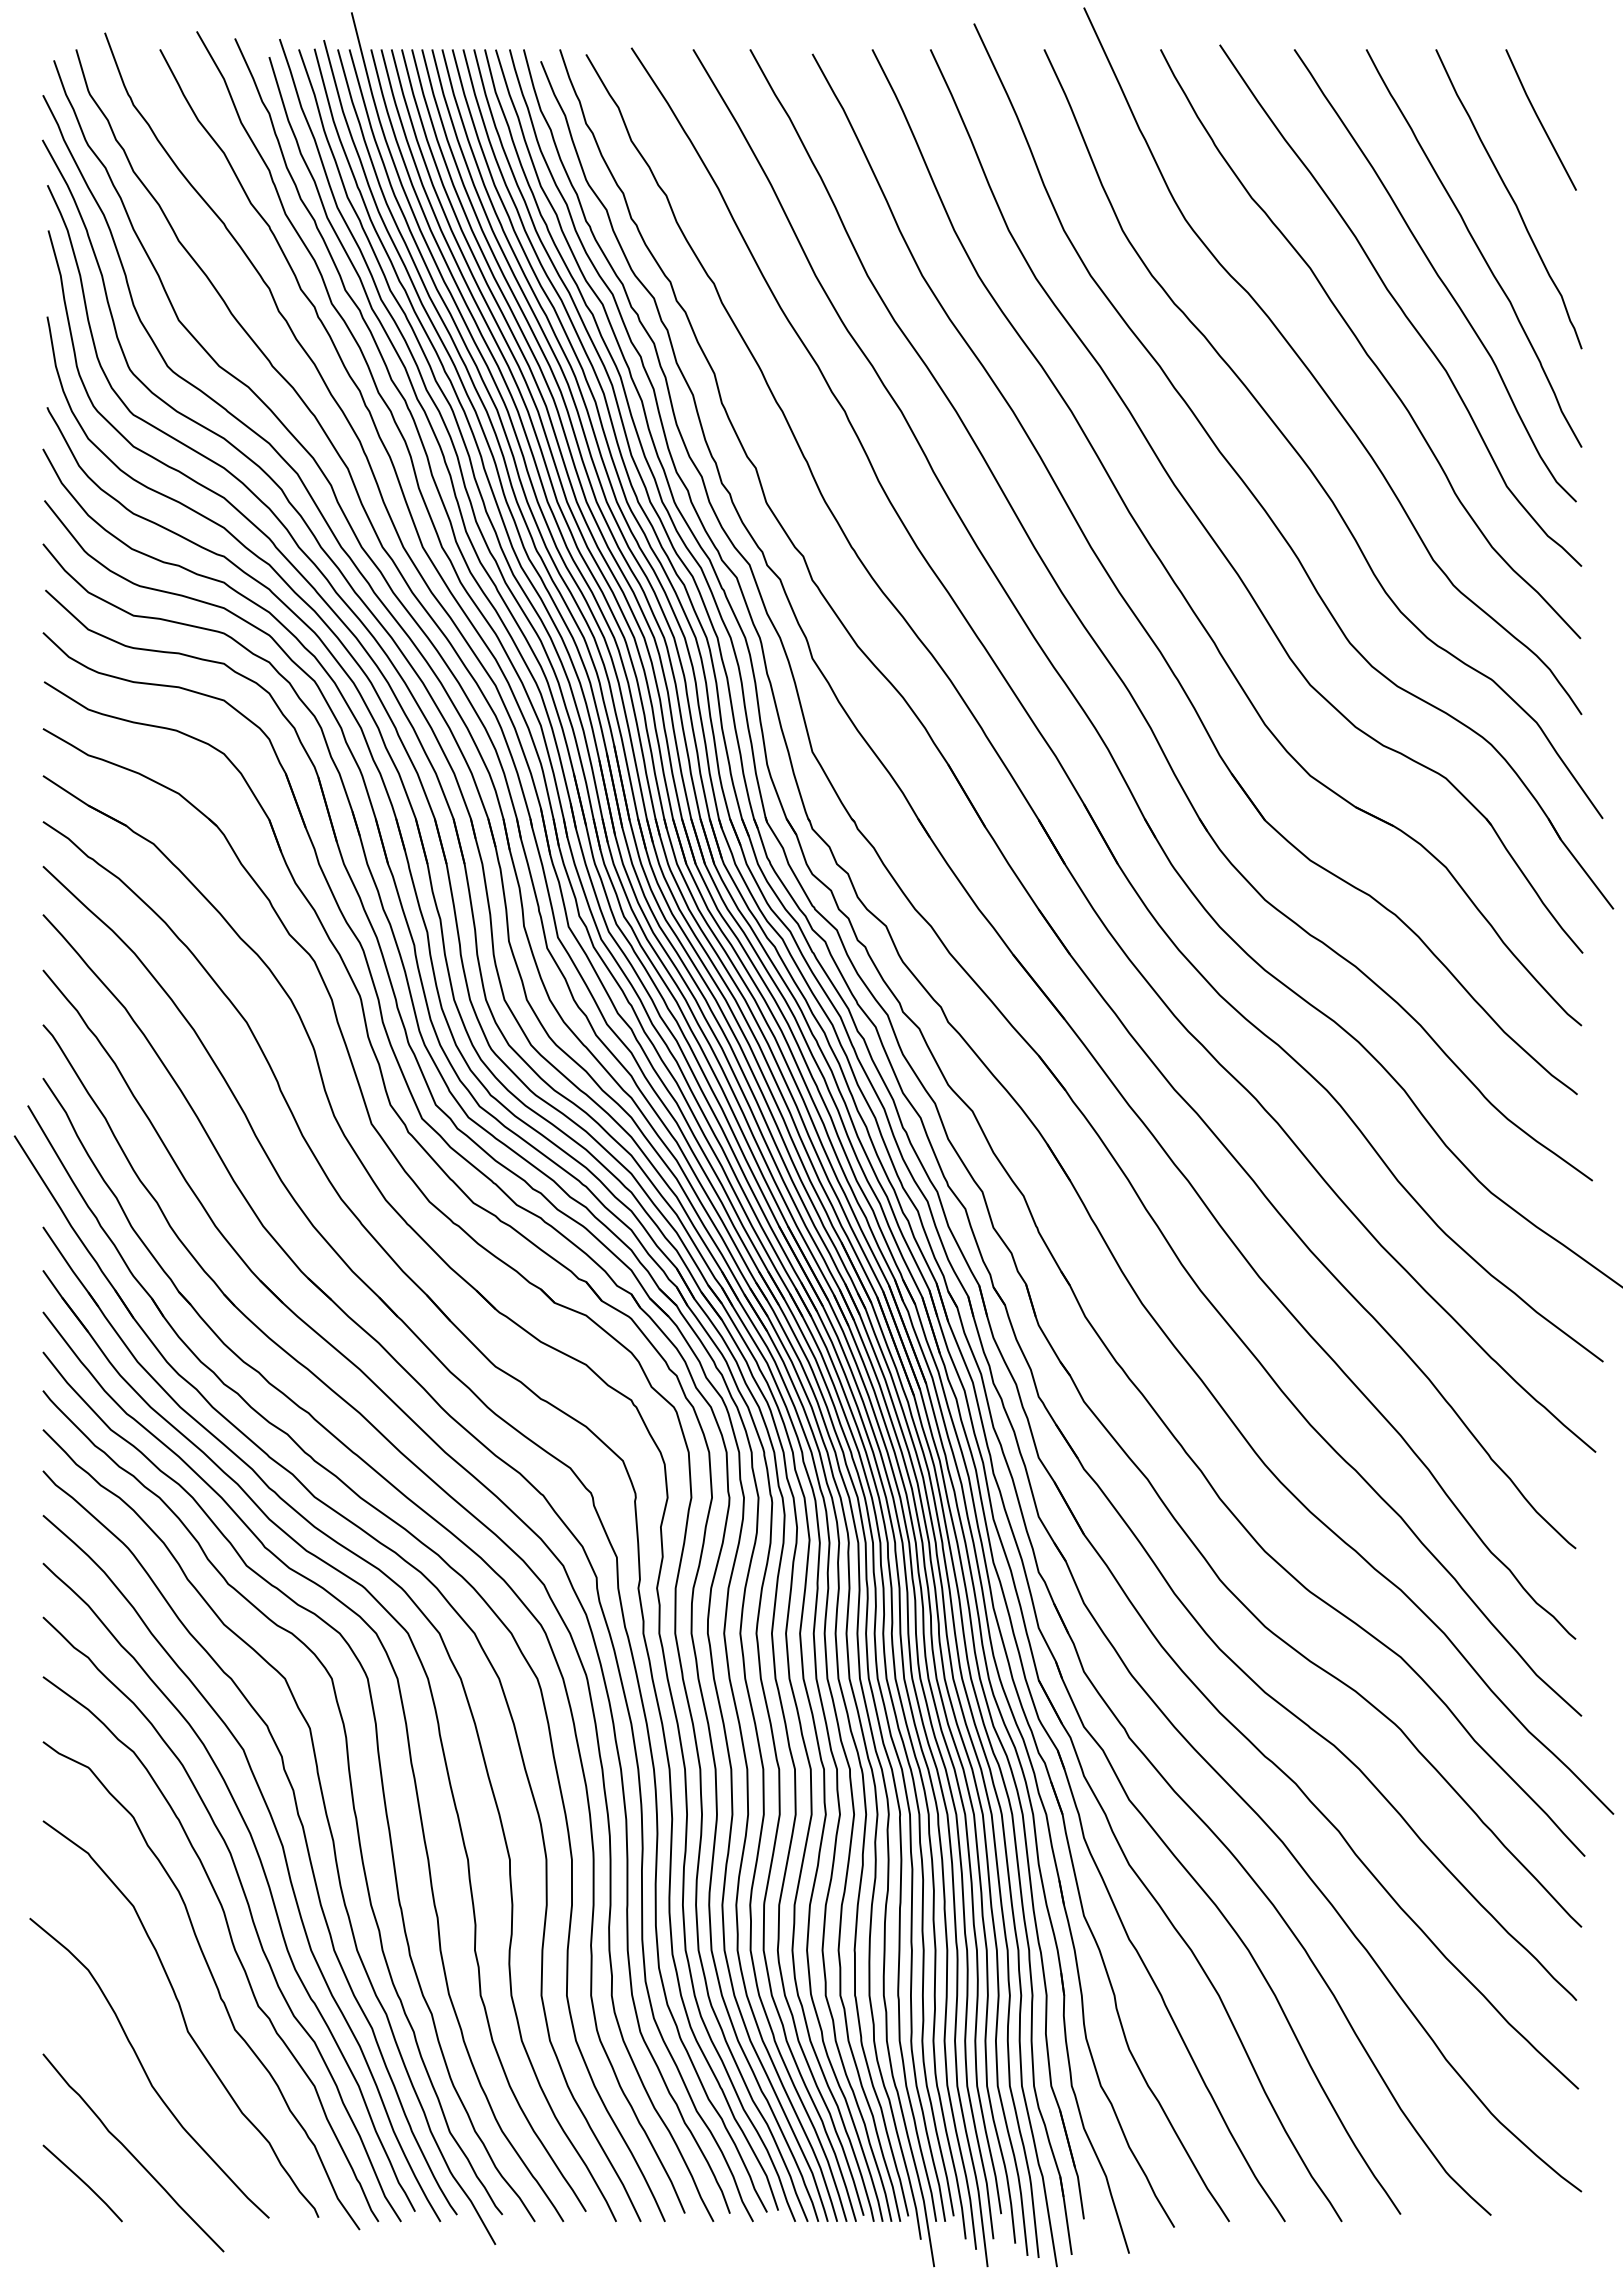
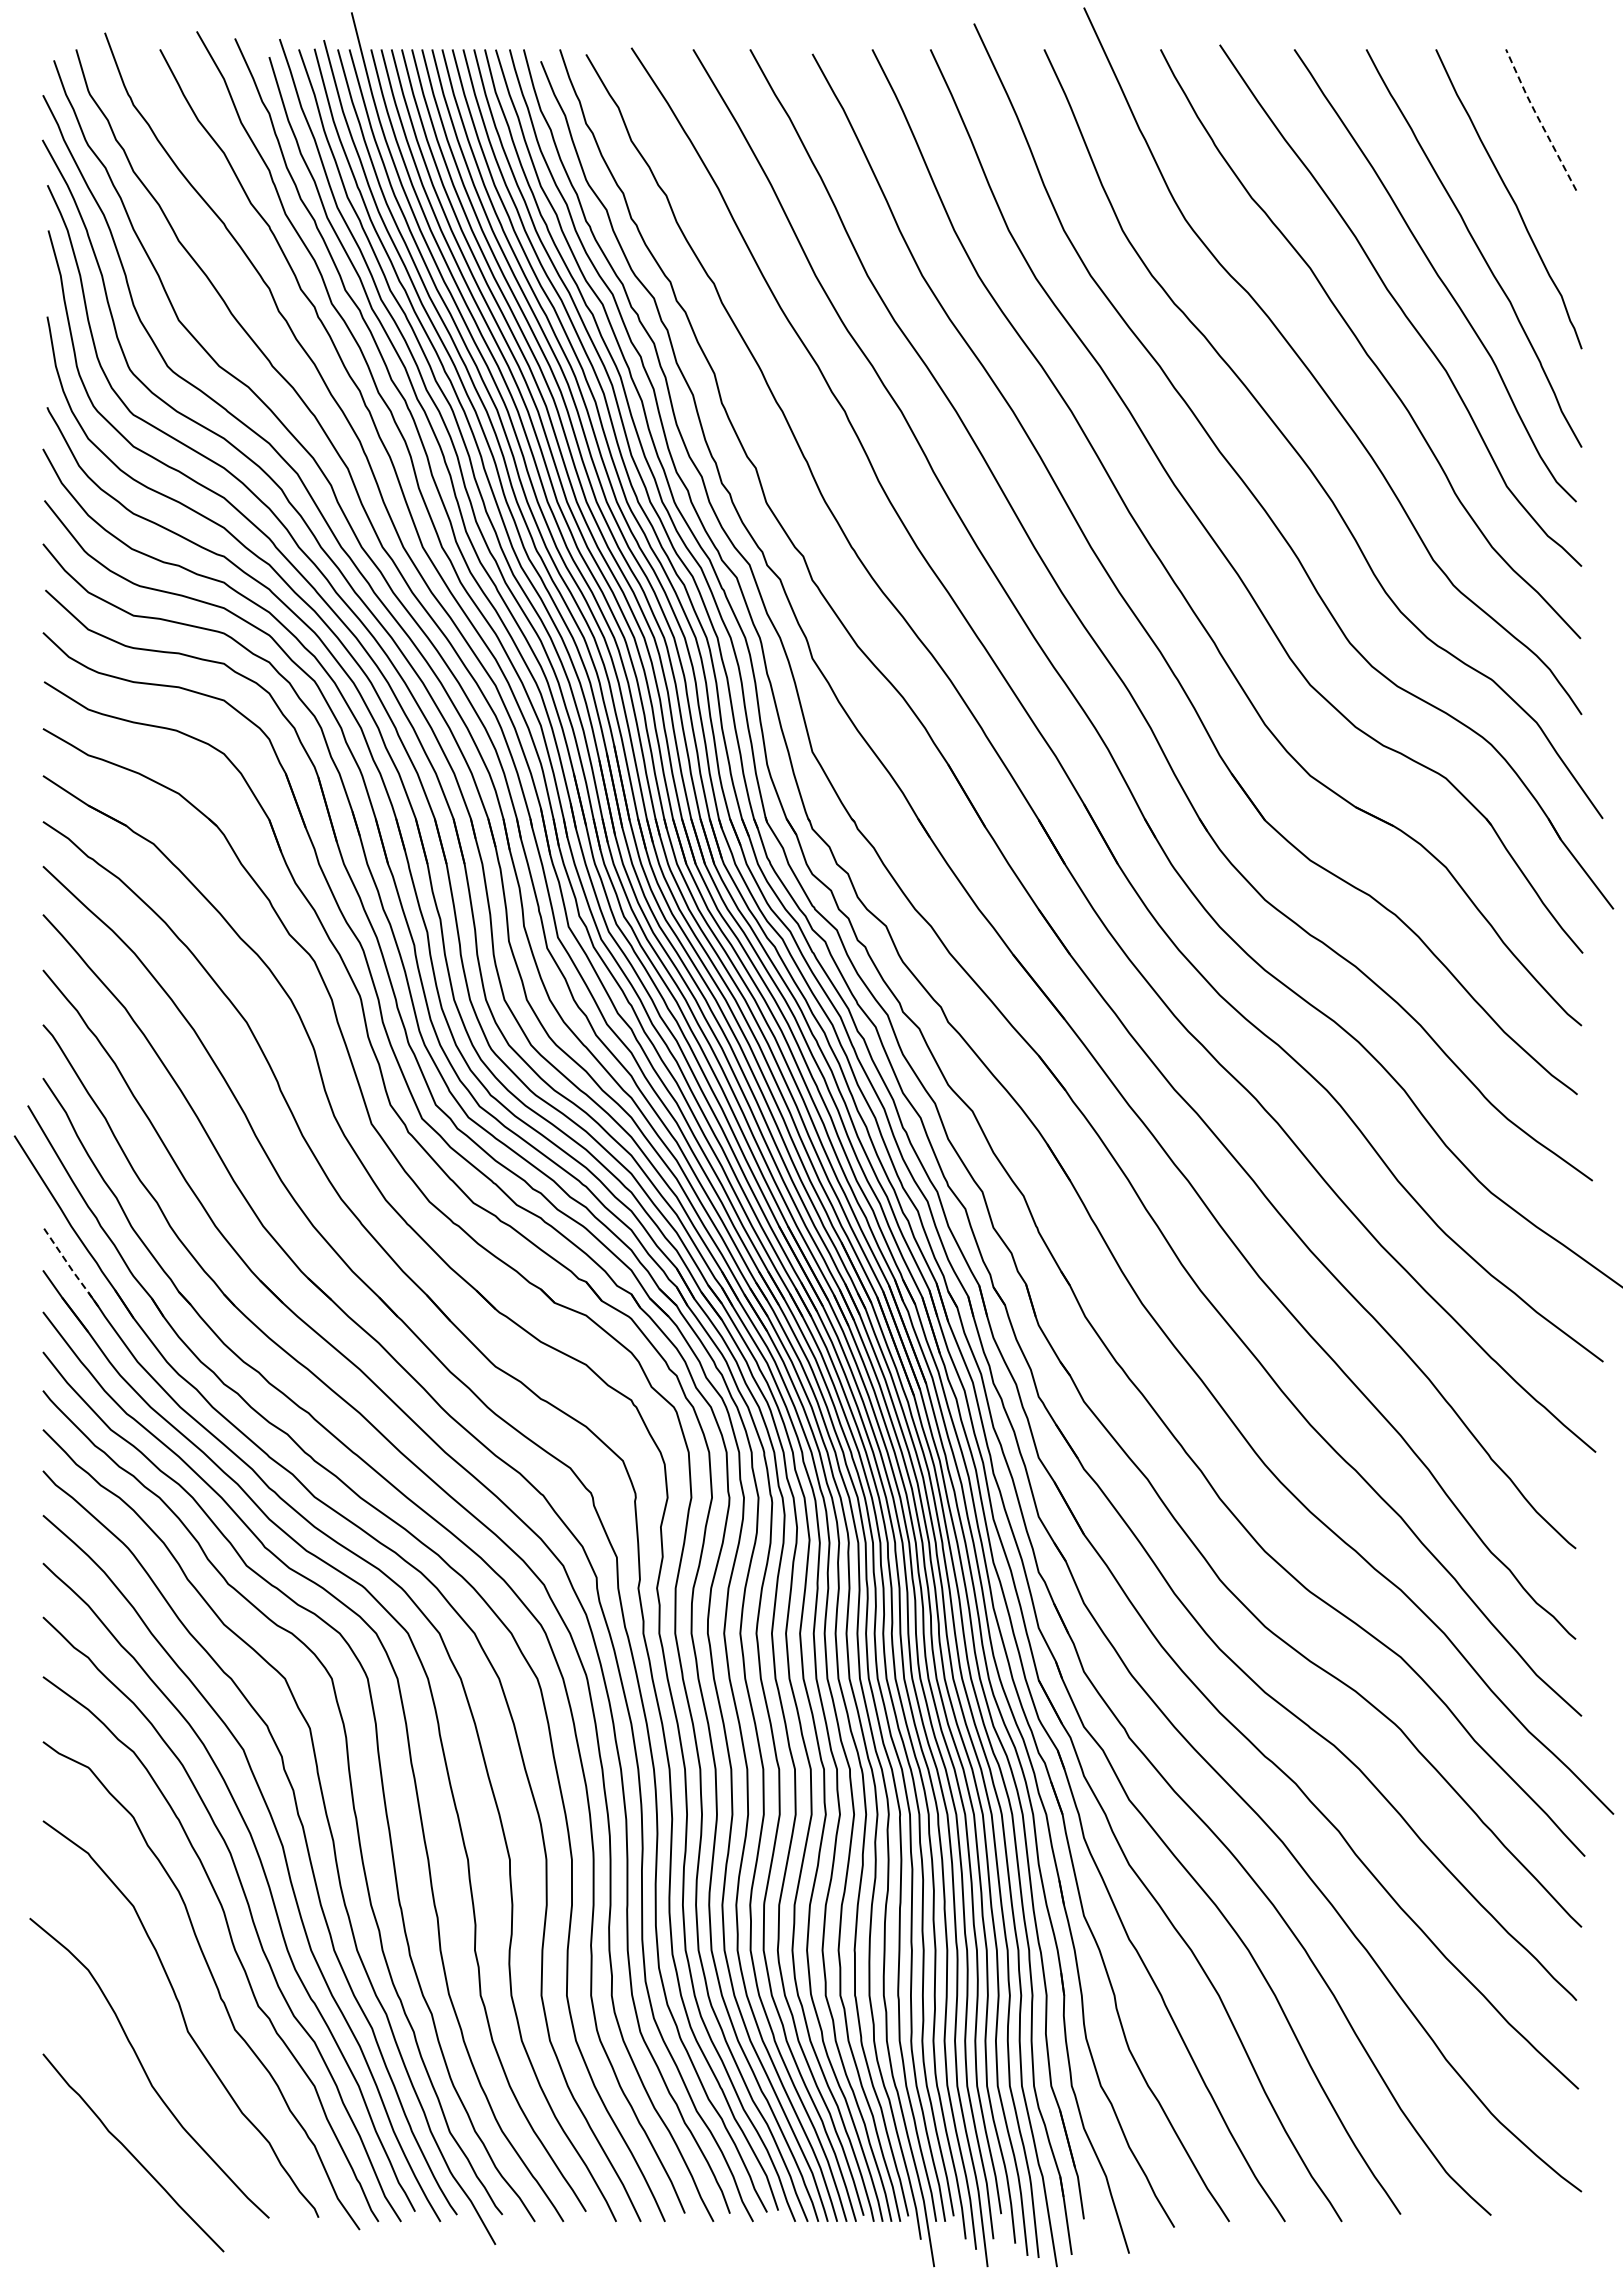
line at (1538, 119): solid -> dashed
line at (70, 1268): solid -> dashed
line at (82, 2182): present -> none
